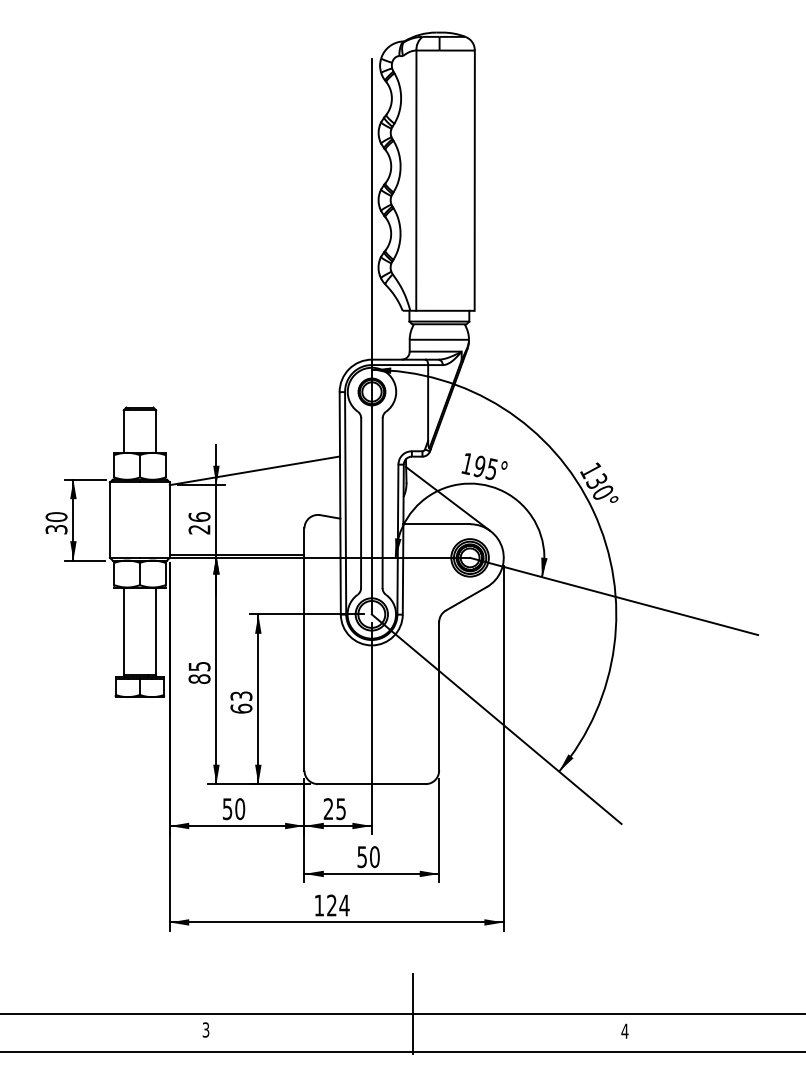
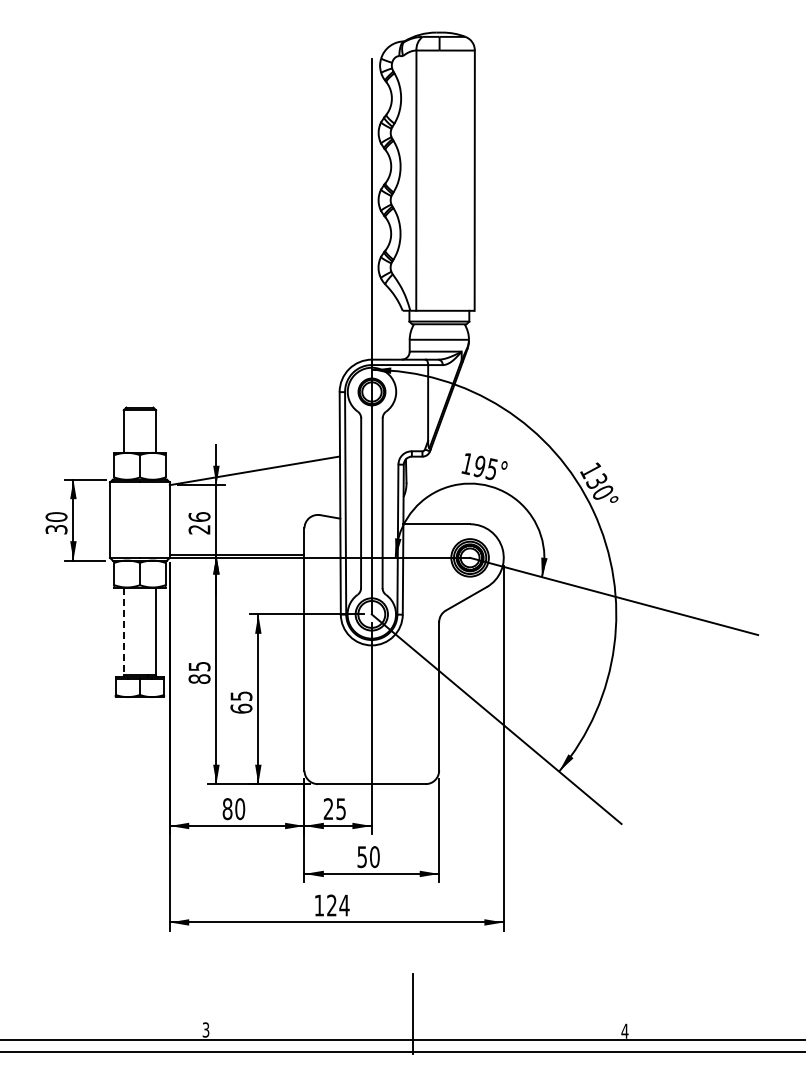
line at (447, 498): present -> none
line at (123, 631): solid -> dashed
text at (240, 695): 63 -> 65
text at (227, 809): 50 -> 80
line at (402, 1013) position: (402, 1013) -> (402, 1039)
